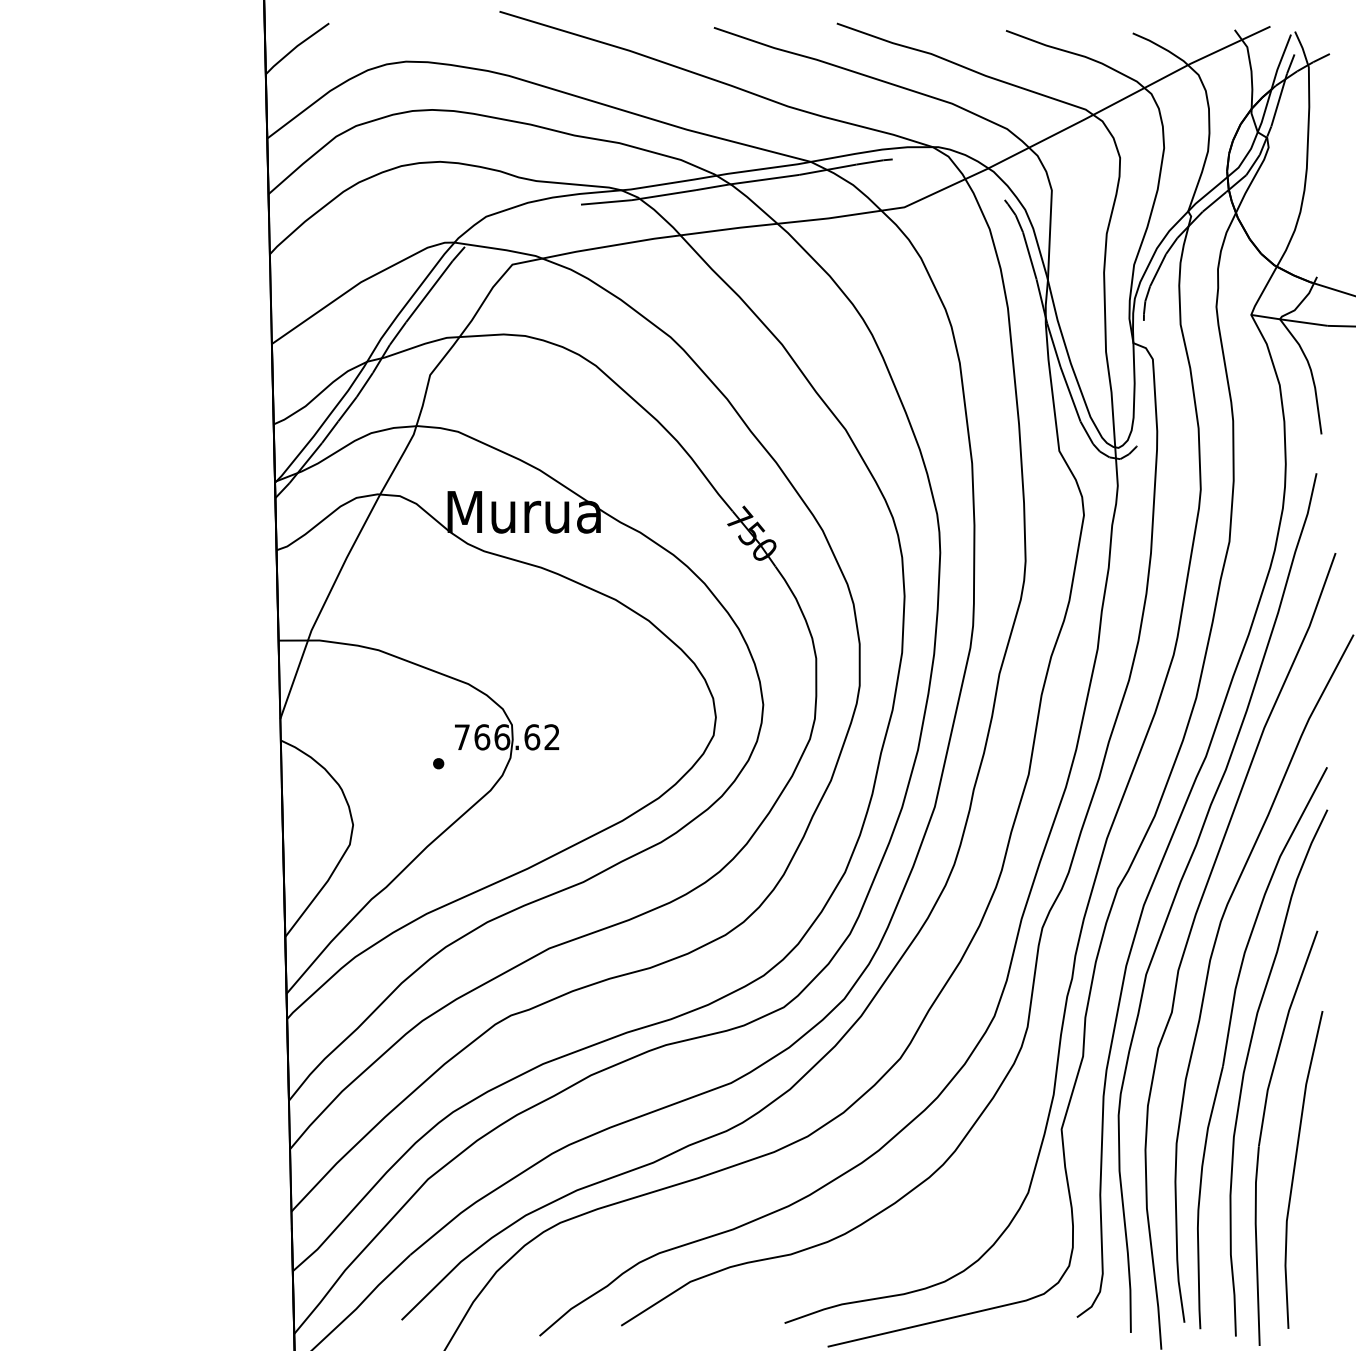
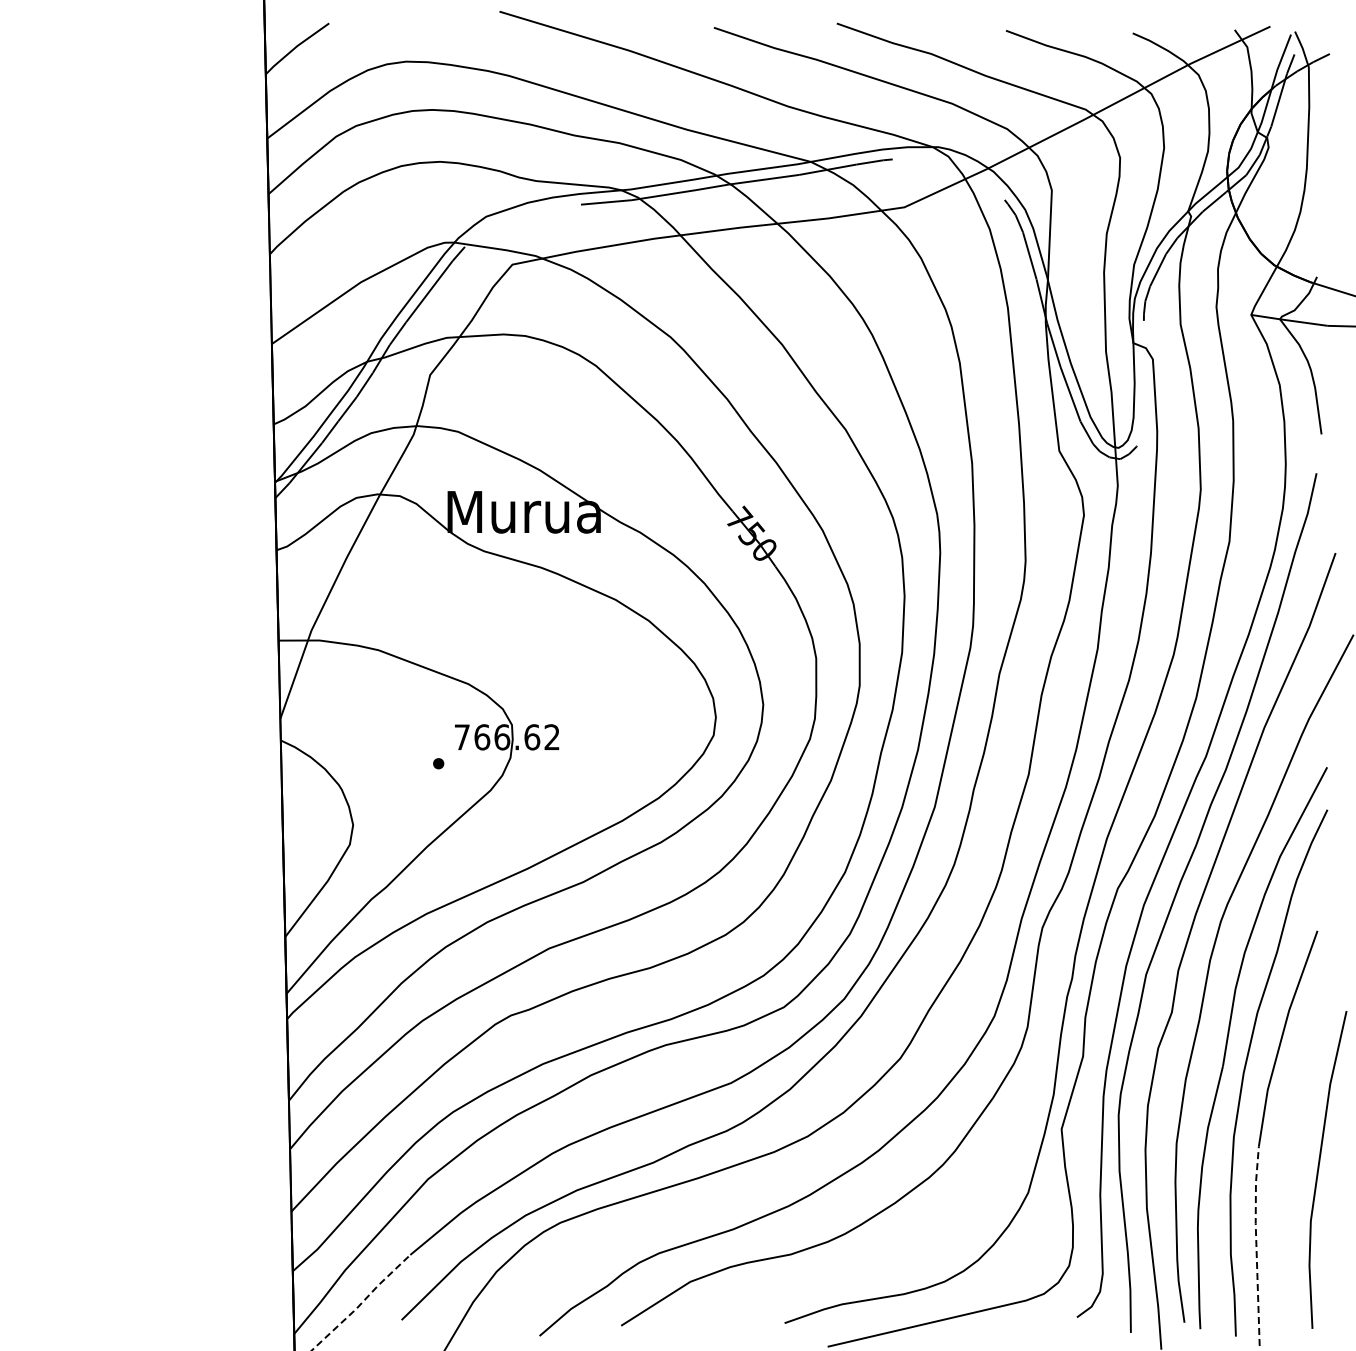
line at (1295, 1169) position: (1295, 1169) -> (1319, 1169)
line at (1256, 1244): solid -> dashed
line at (361, 1303): solid -> dashed
